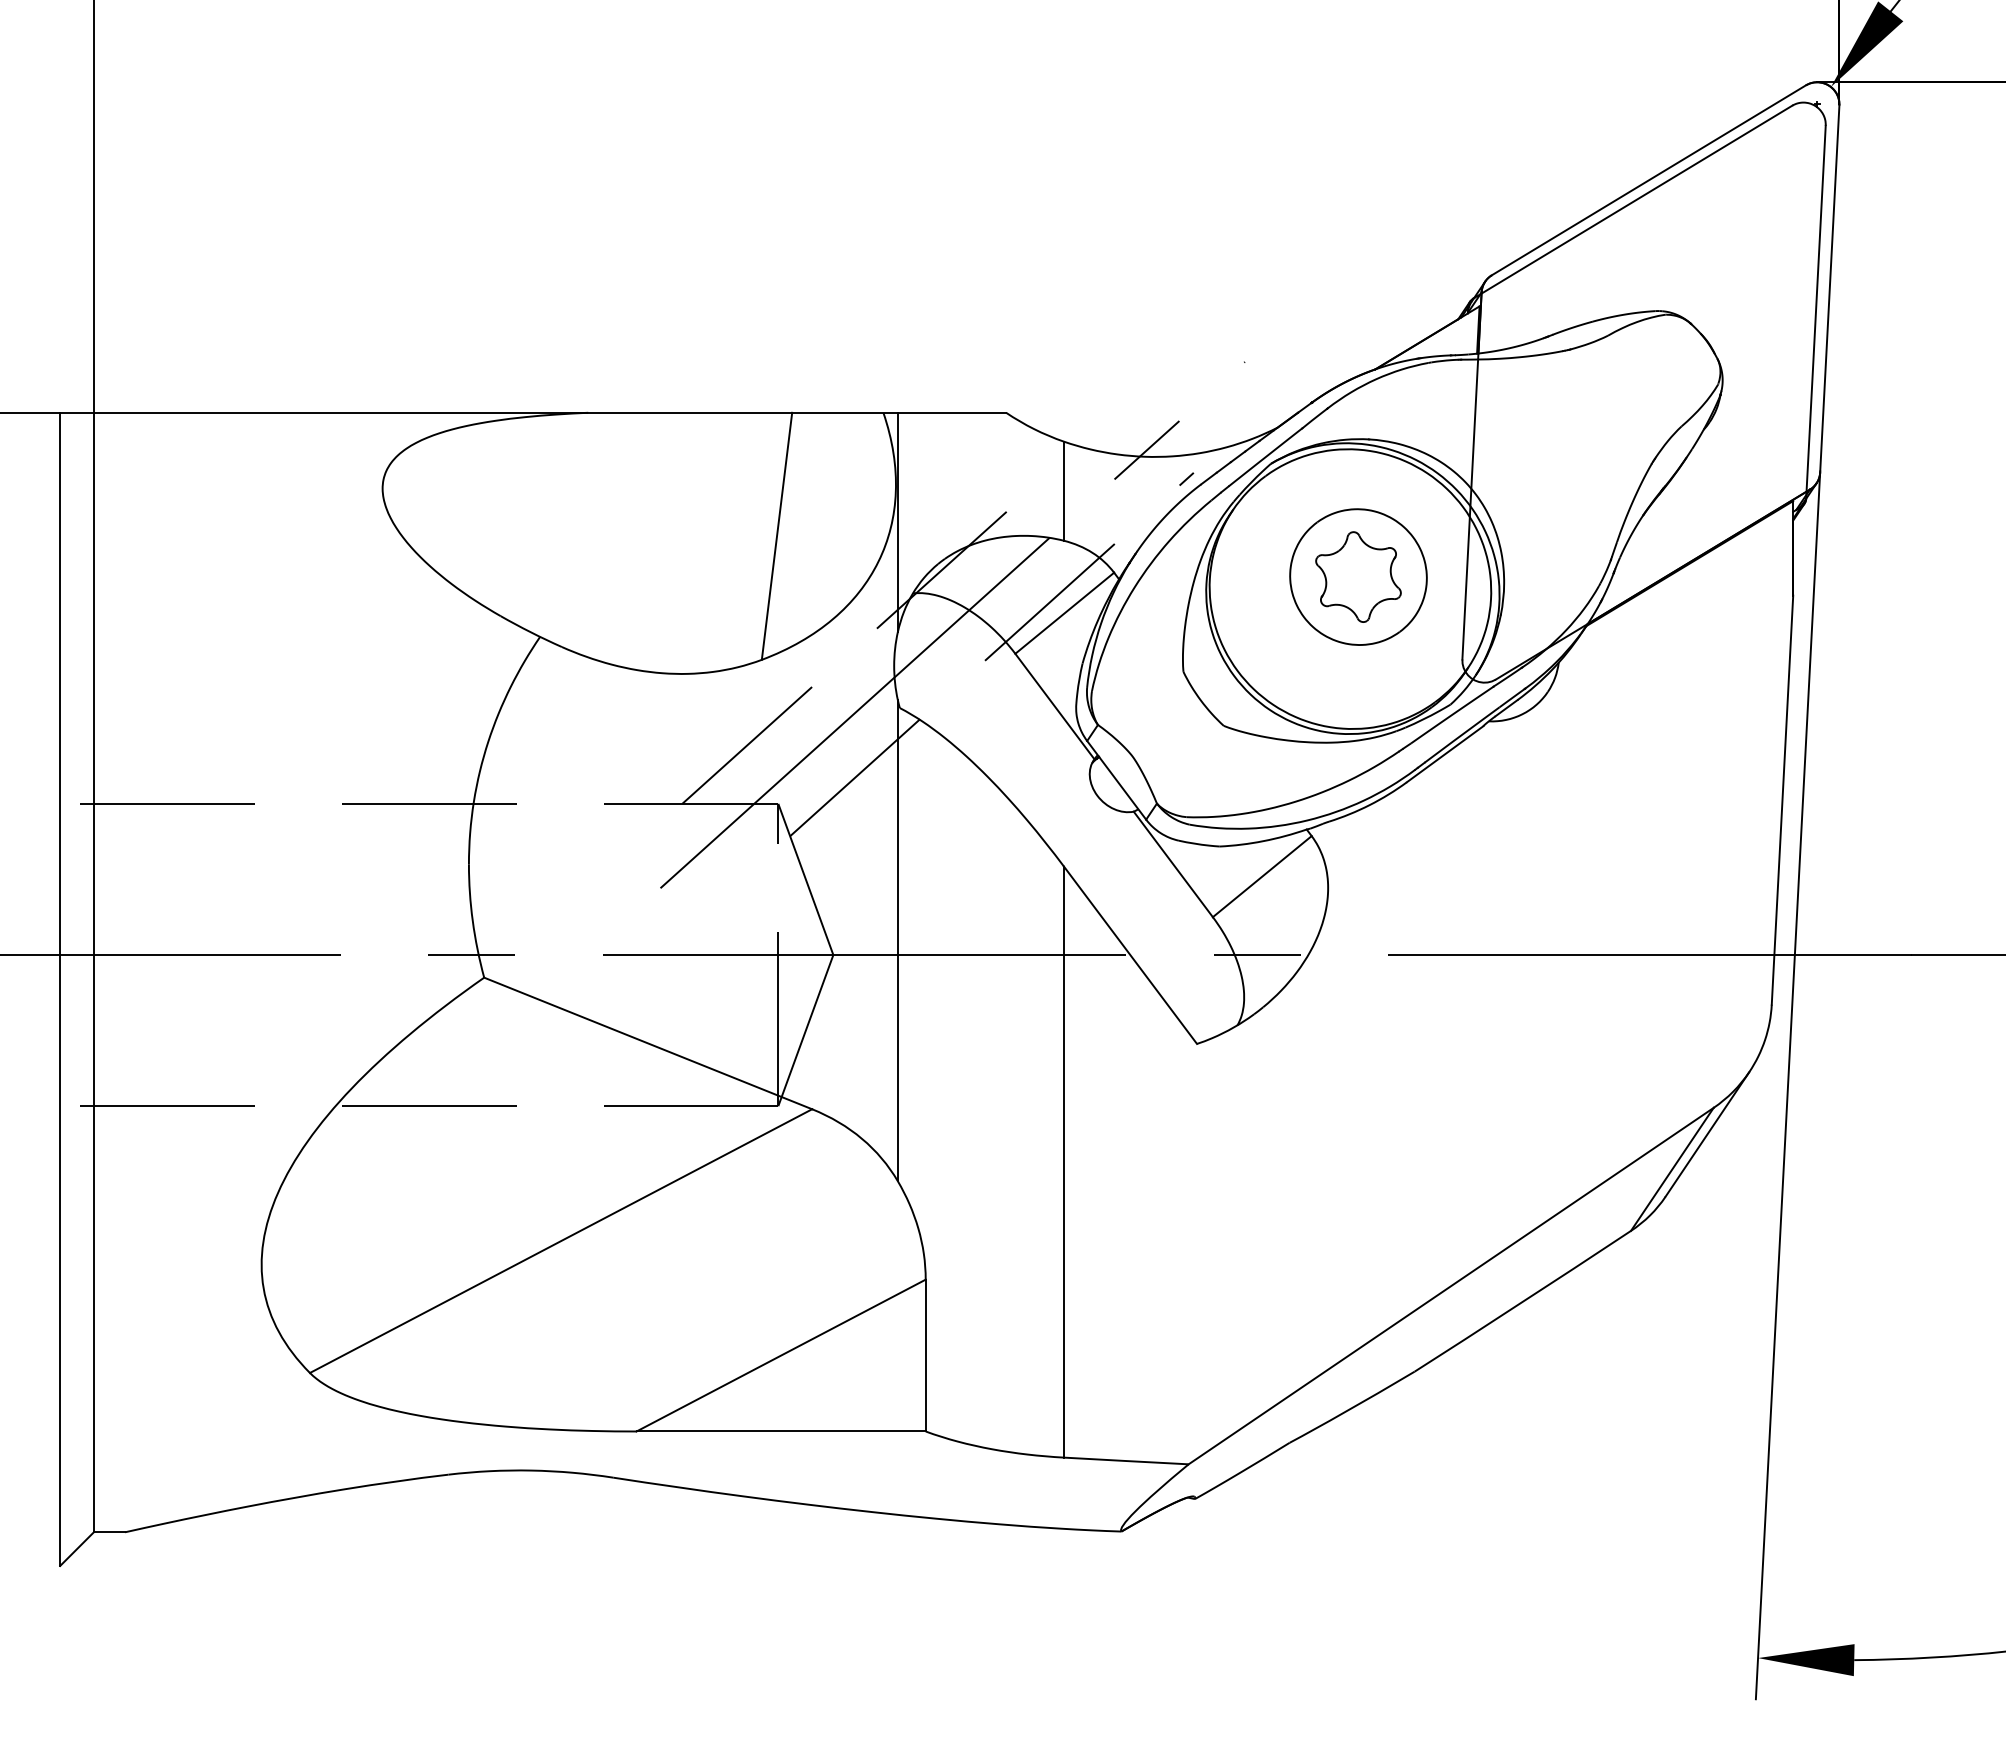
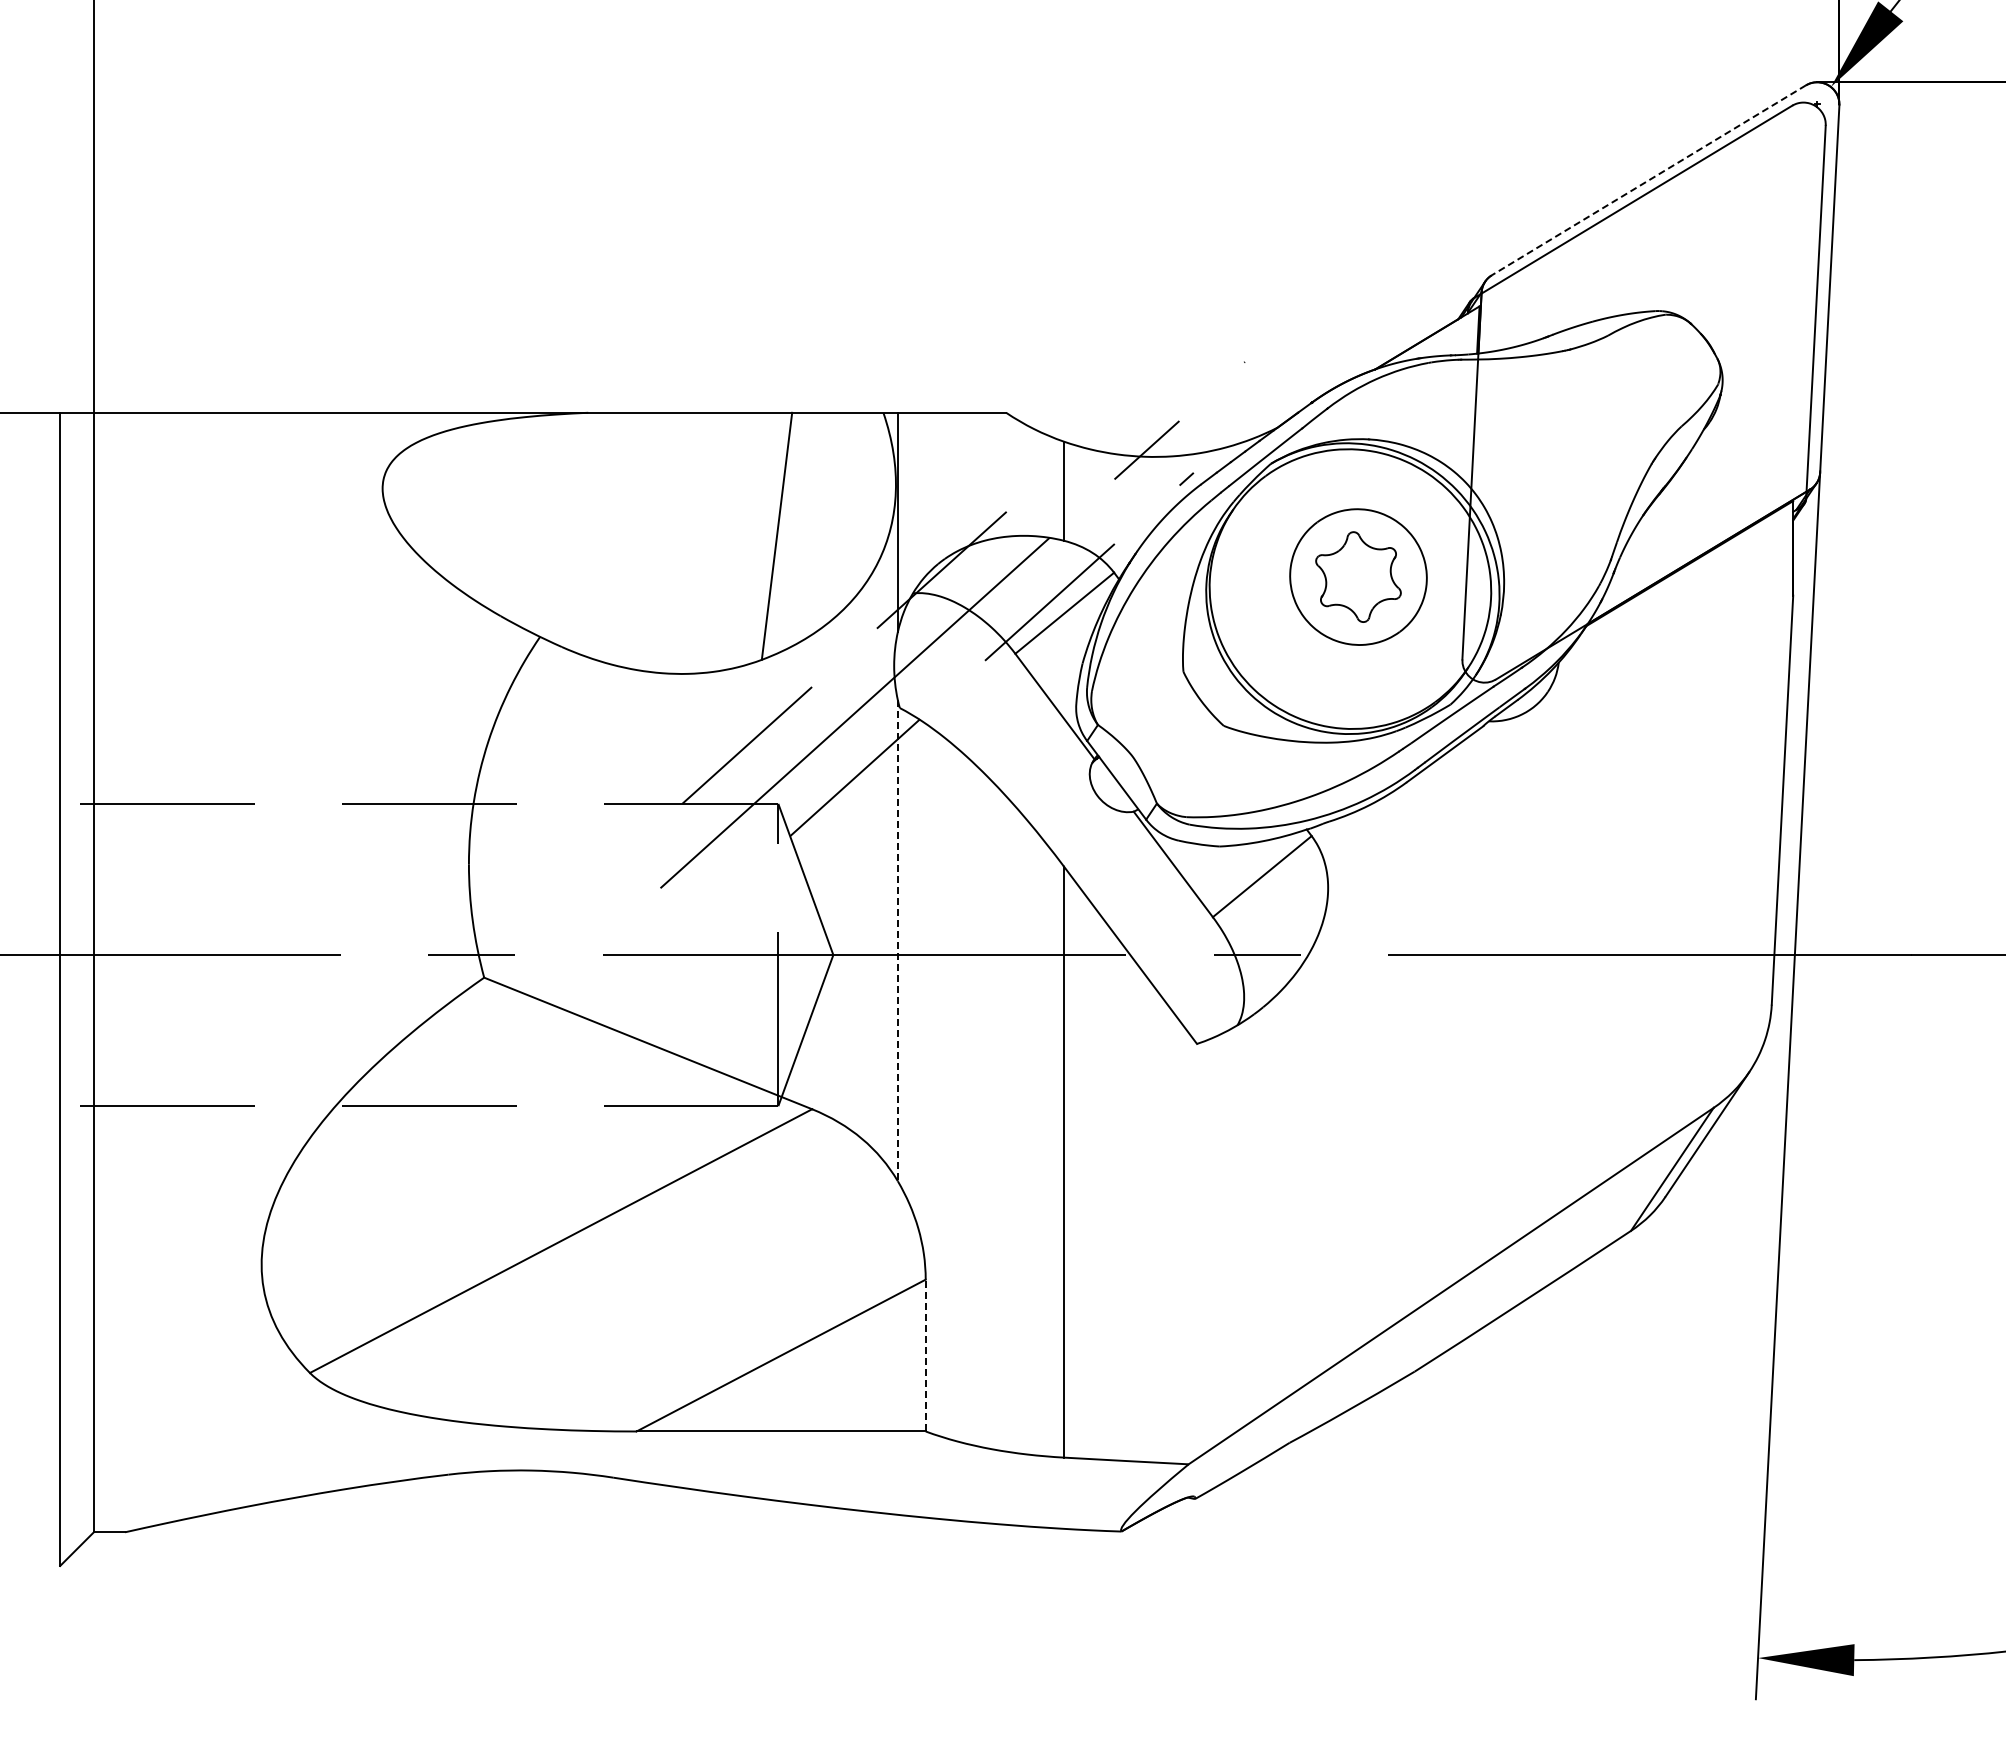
line at (1648, 180): solid -> dashed
line at (897, 941): solid -> dashed
line at (925, 1355): solid -> dashed
